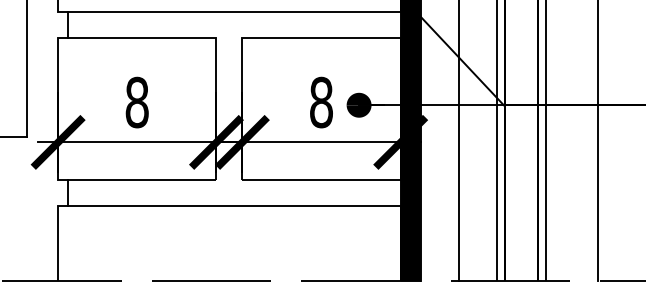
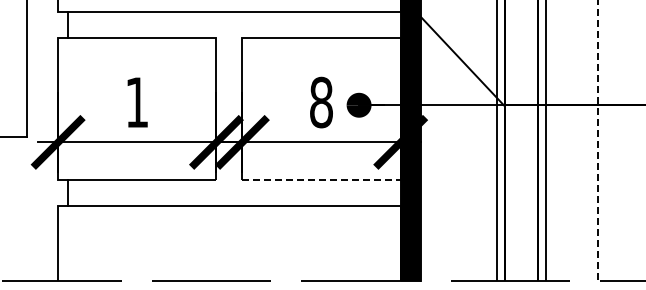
text at (136, 102): 8 -> 1
line at (458, 141): present -> none
line at (598, 141): solid -> dashed
line at (322, 179): solid -> dashed
